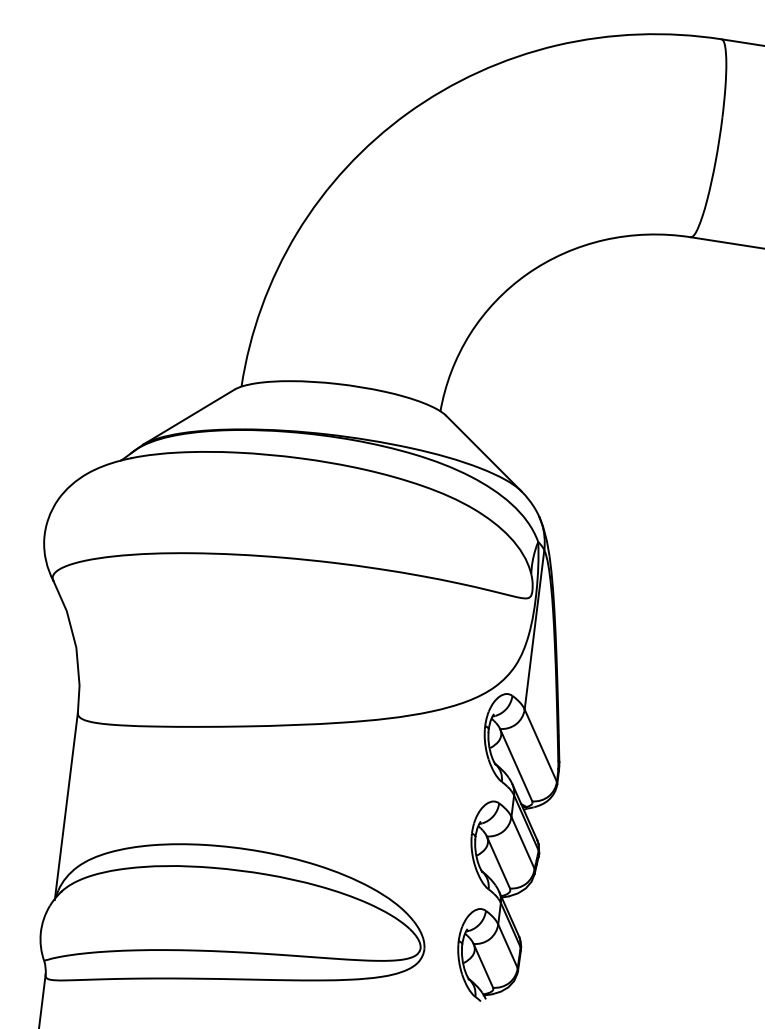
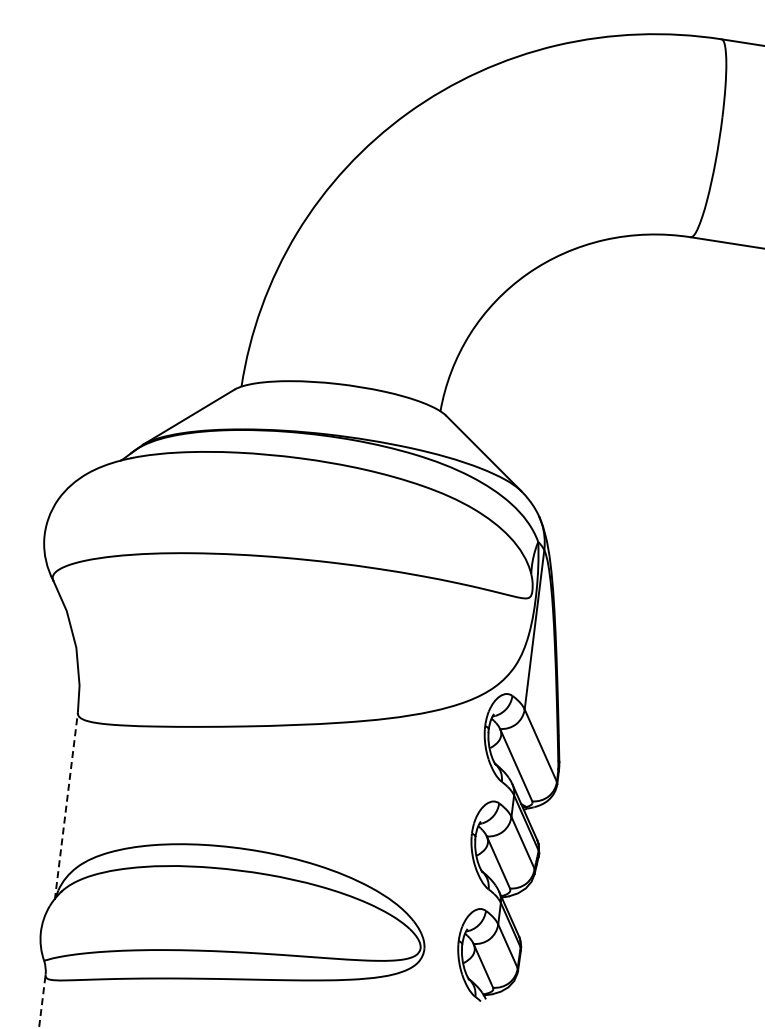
line at (66, 805): solid -> dashed
line at (42, 1000): solid -> dashed
